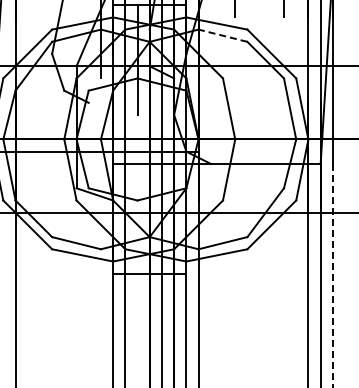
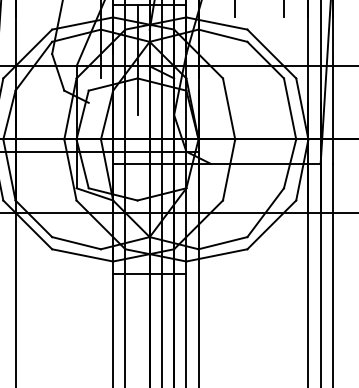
line at (222, 35): dashed -> solid
line at (332, 275): dashed -> solid
